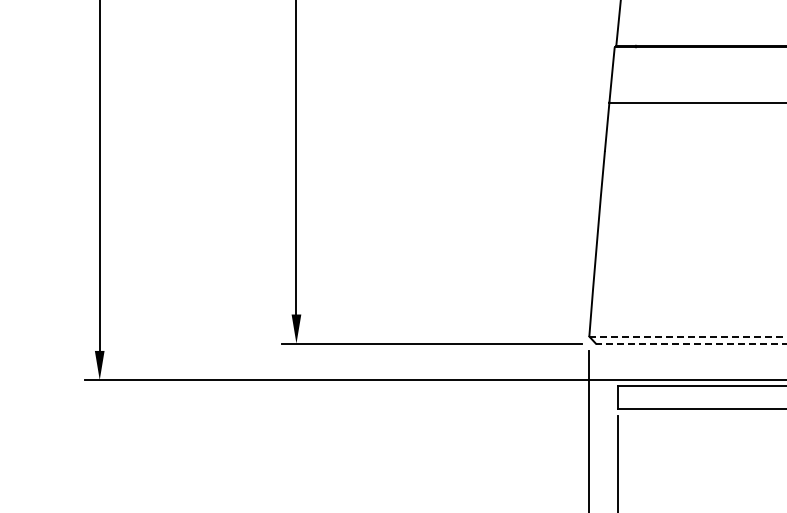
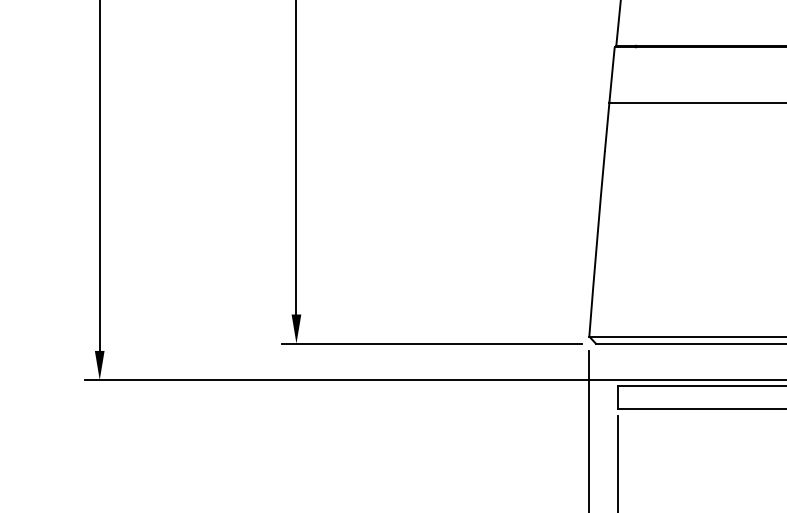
line at (688, 336): dashed -> solid
line at (690, 343): dashed -> solid
